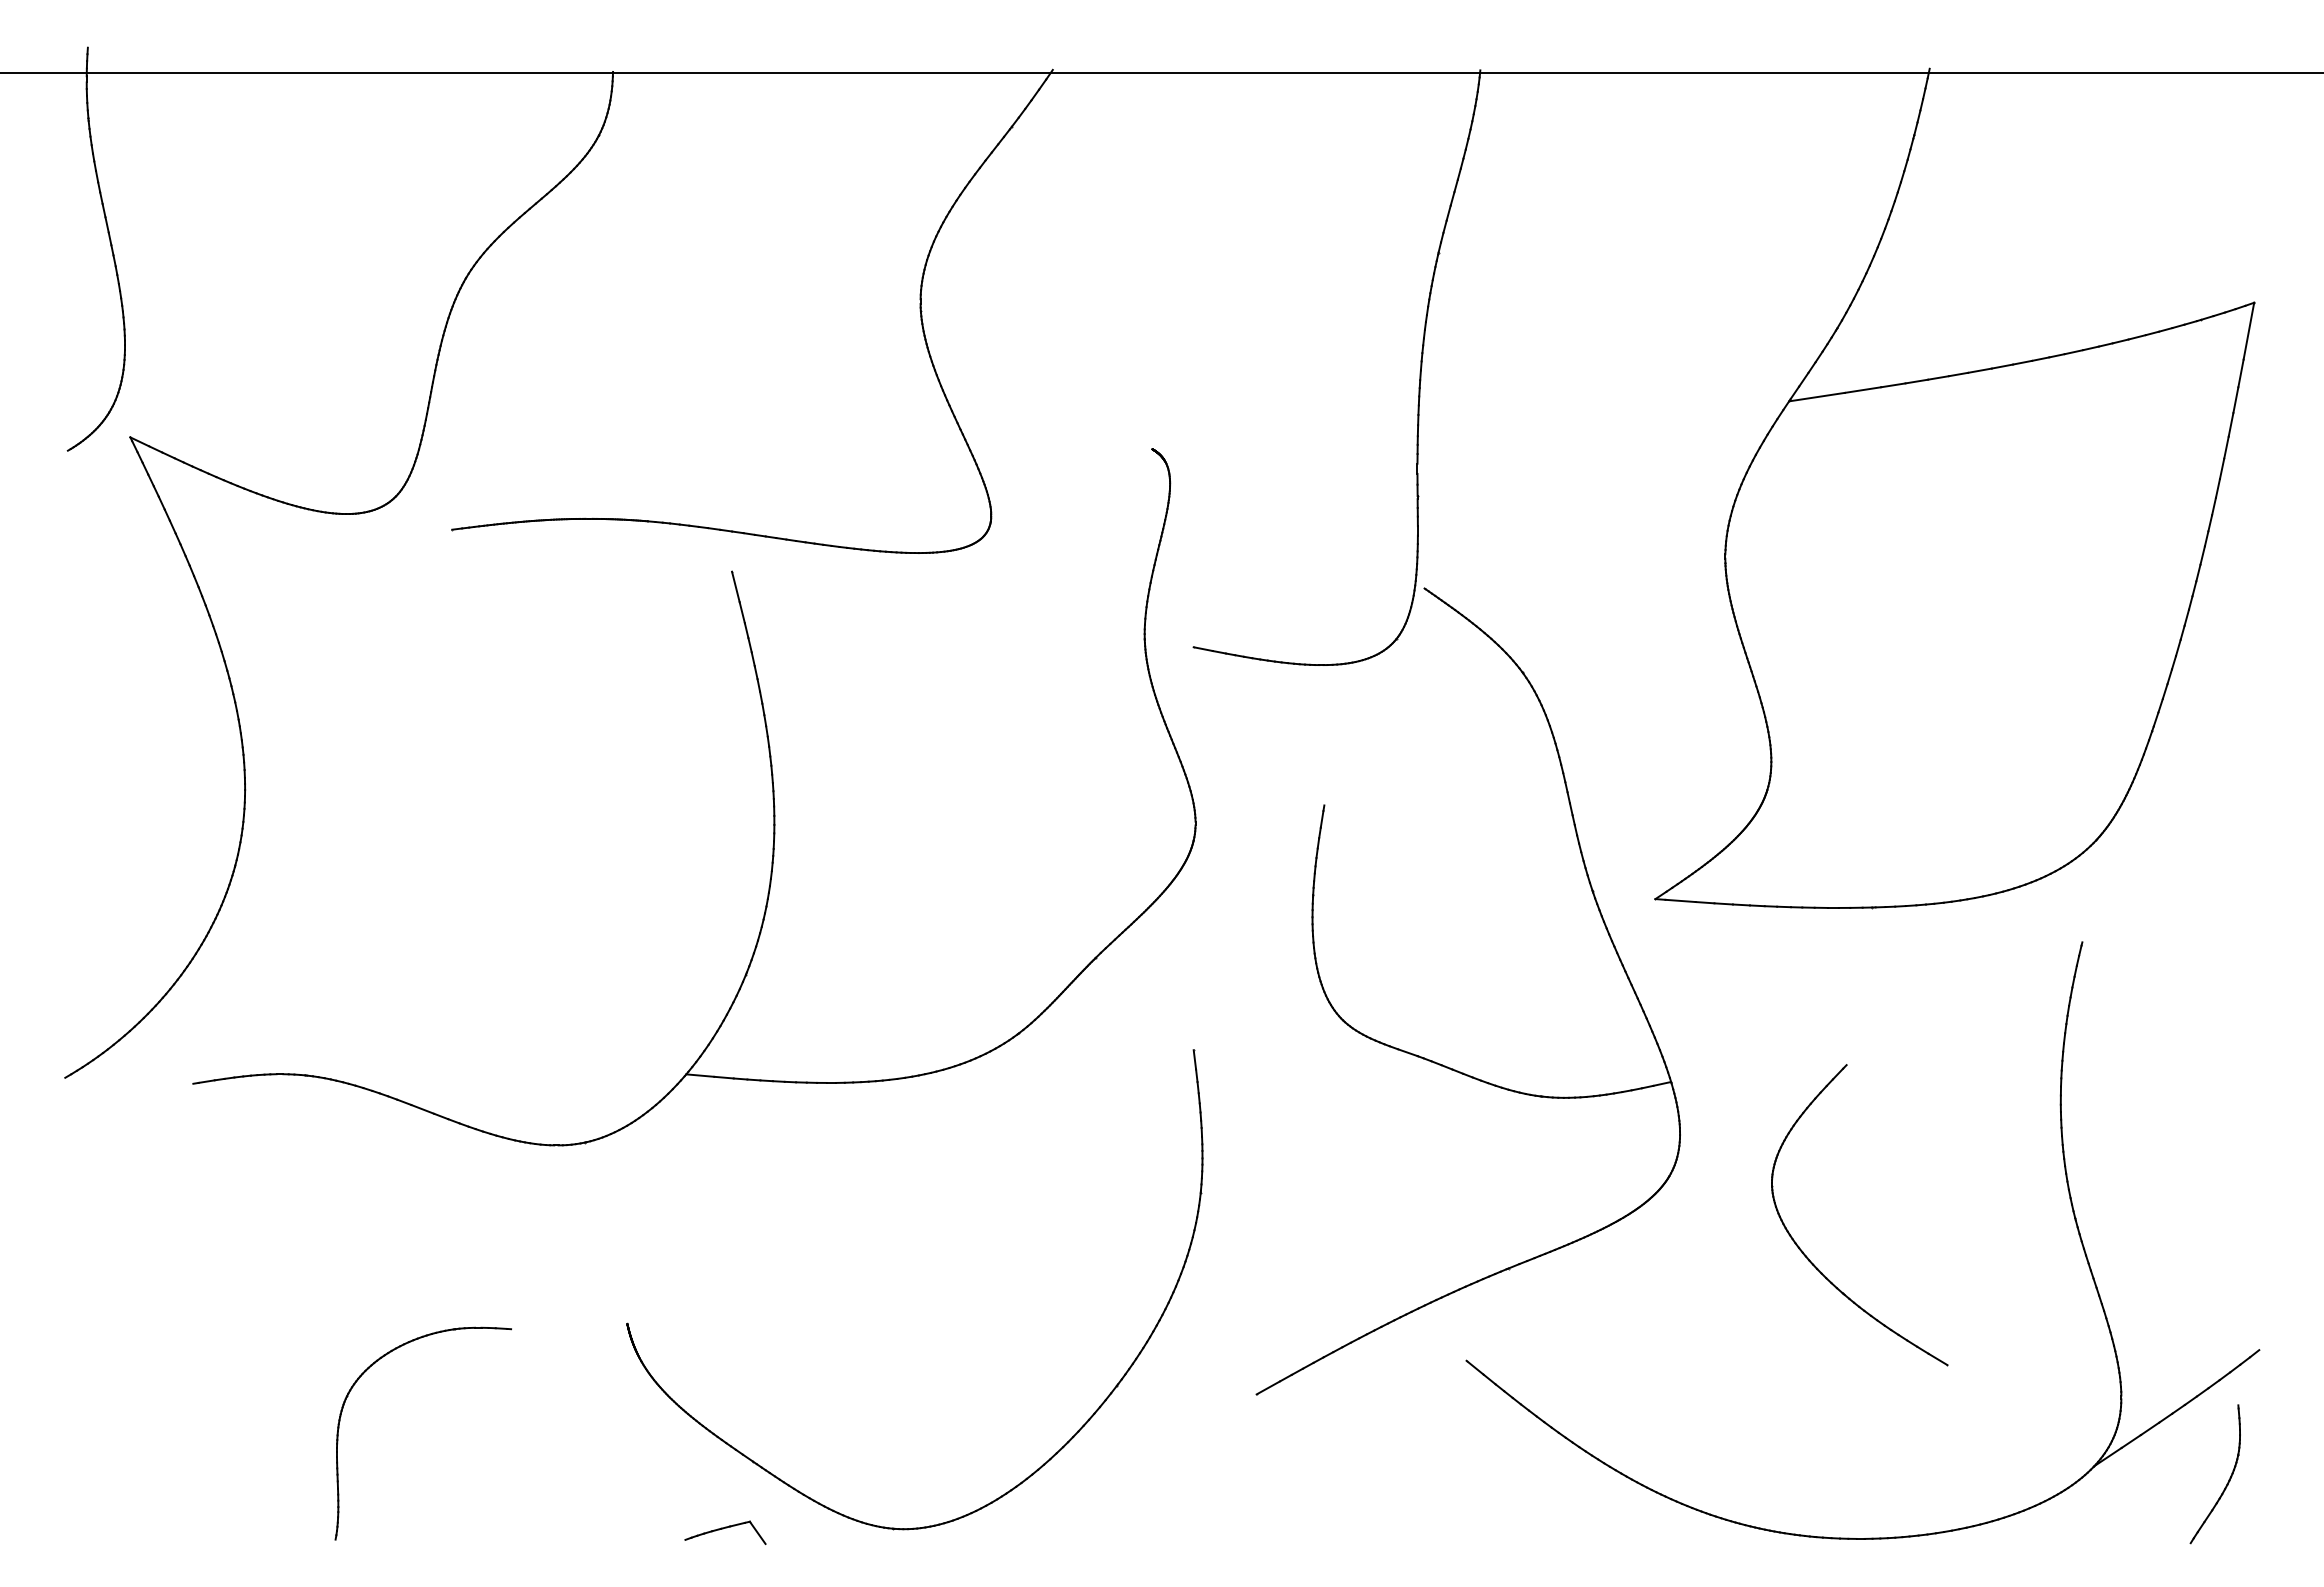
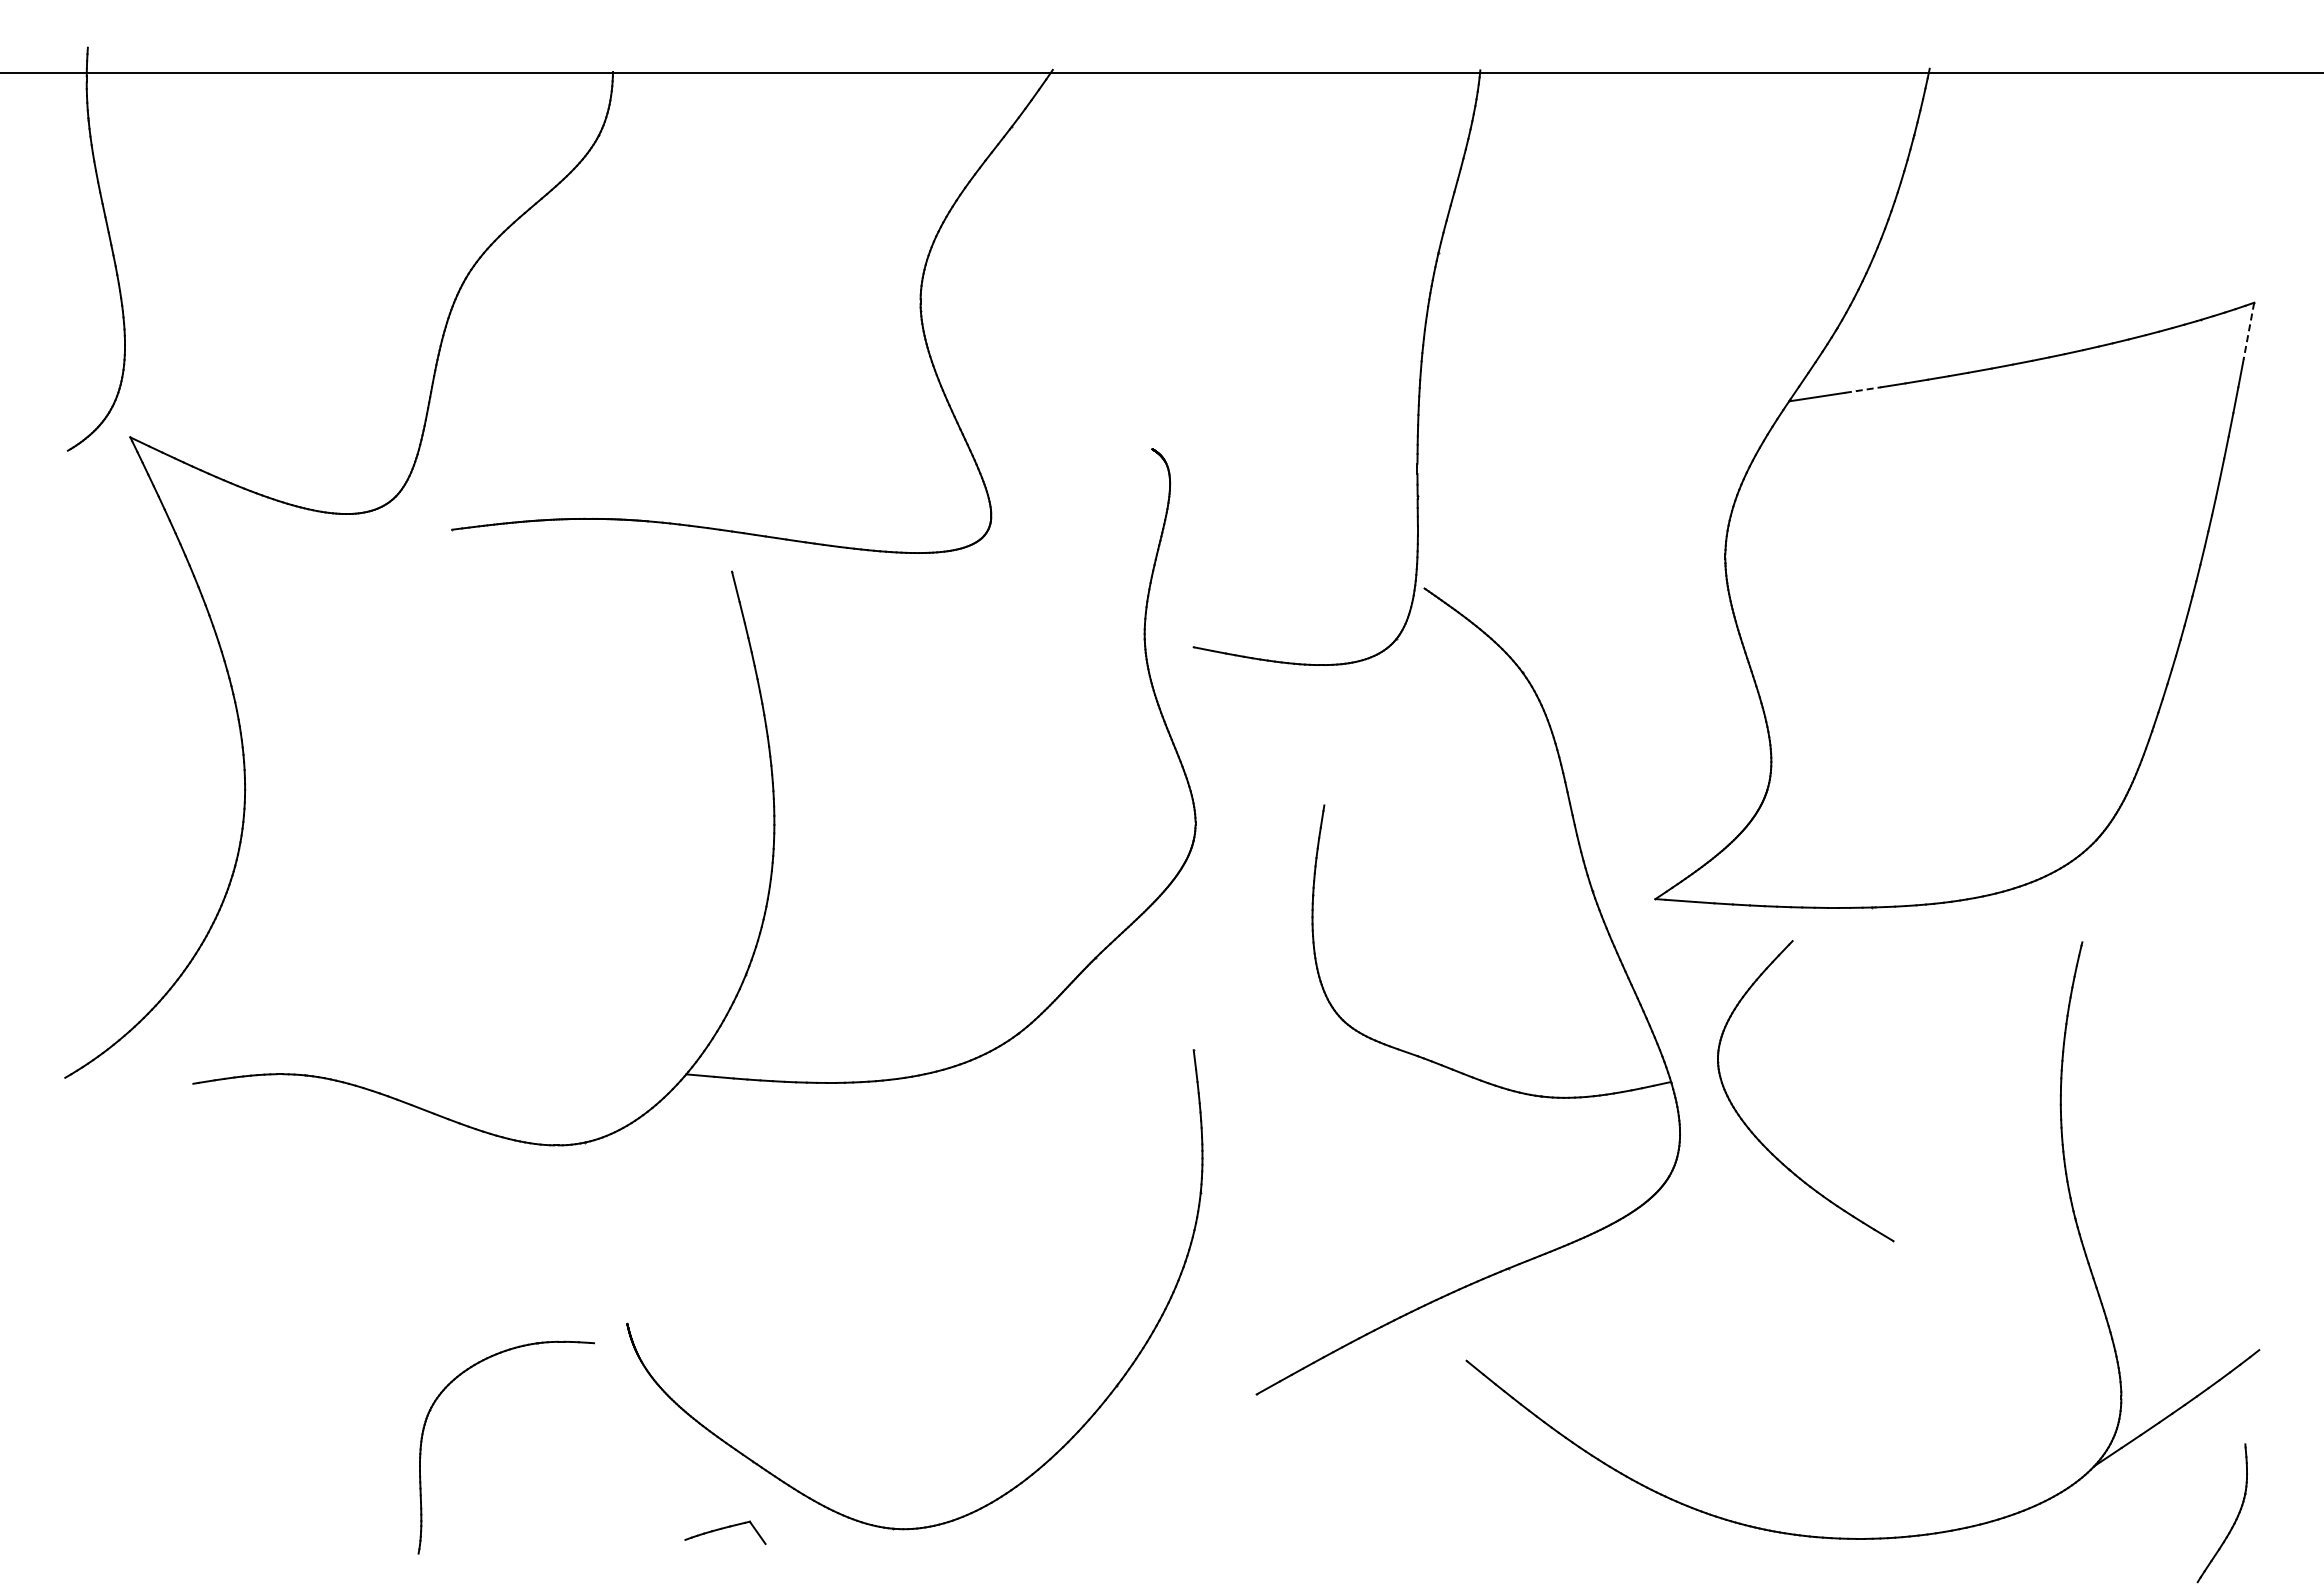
line at (2248, 331): solid -> dashed
line at (1863, 390): solid -> dashed
part at (1808, 1257) position: (1808, 1257) -> (1754, 1133)
part at (342, 1412) position: (342, 1412) -> (425, 1426)
part at (2228, 1479) position: (2228, 1479) -> (2235, 1518)
